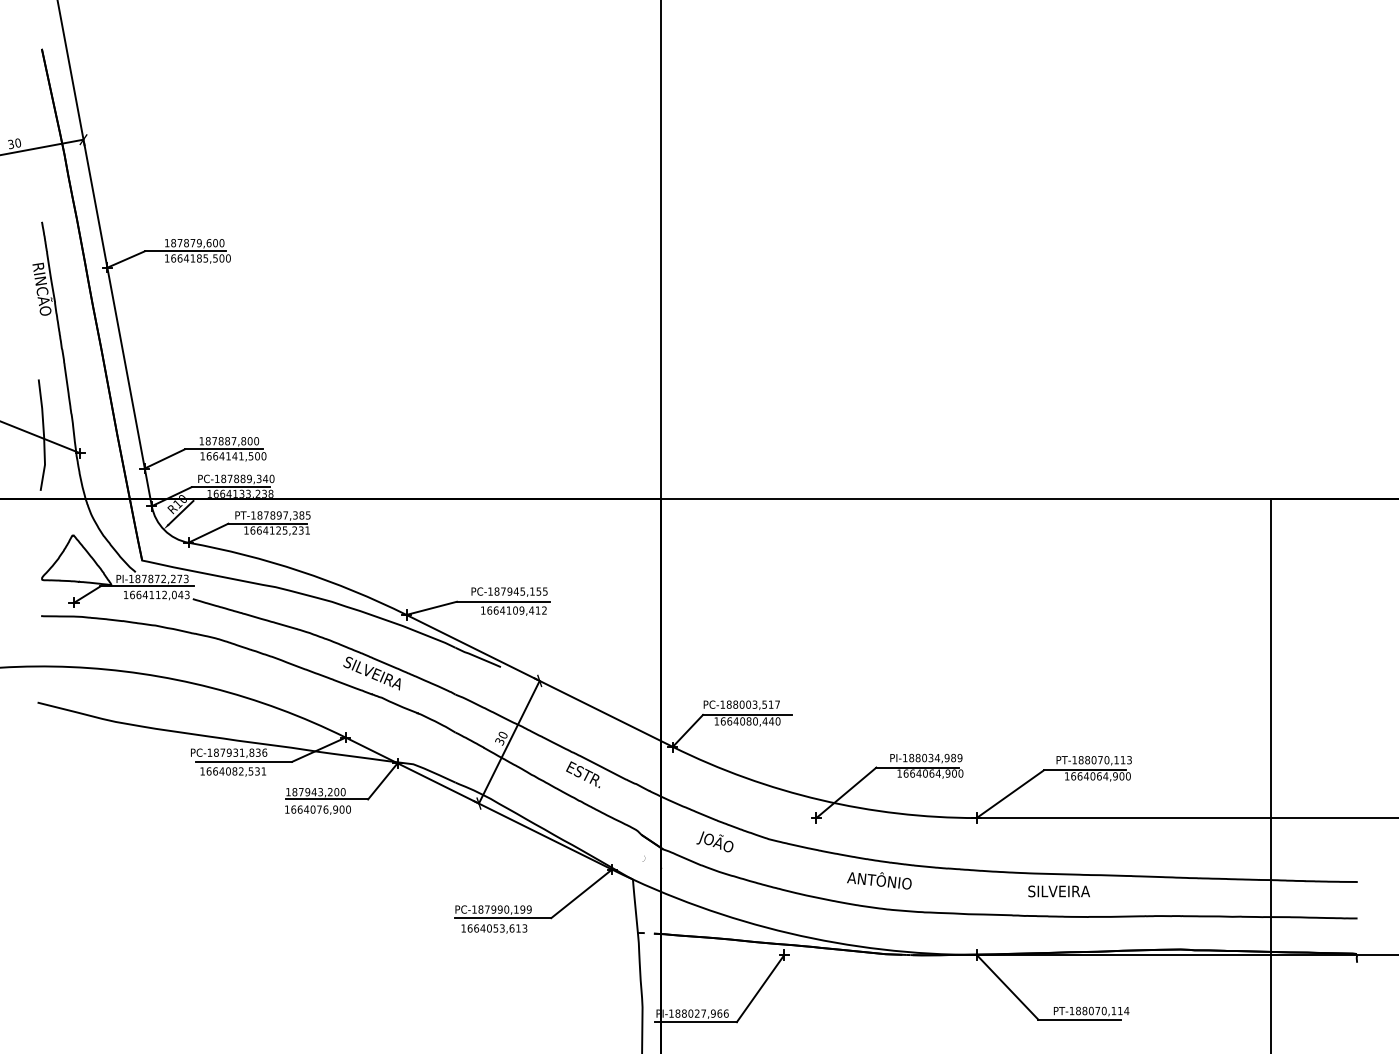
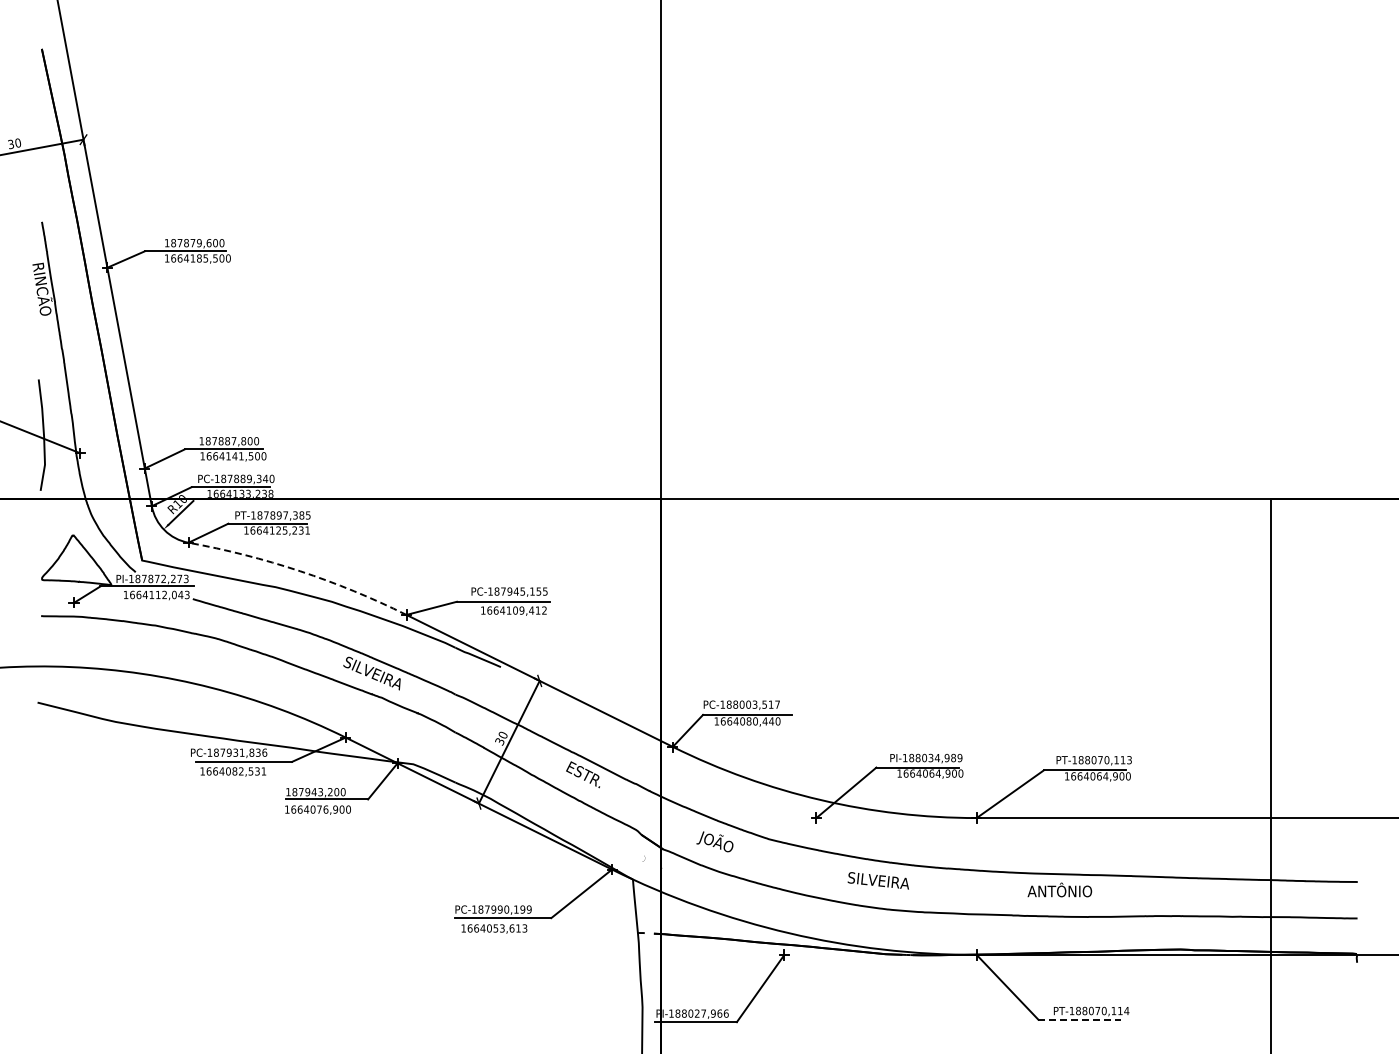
arc at (300, 571): solid -> dashed
text at (879, 880): ANTÔNIO -> SILVEIRA
text at (1059, 889): SILVEIRA -> ANTÔNIO
line at (1080, 1019): solid -> dashed
